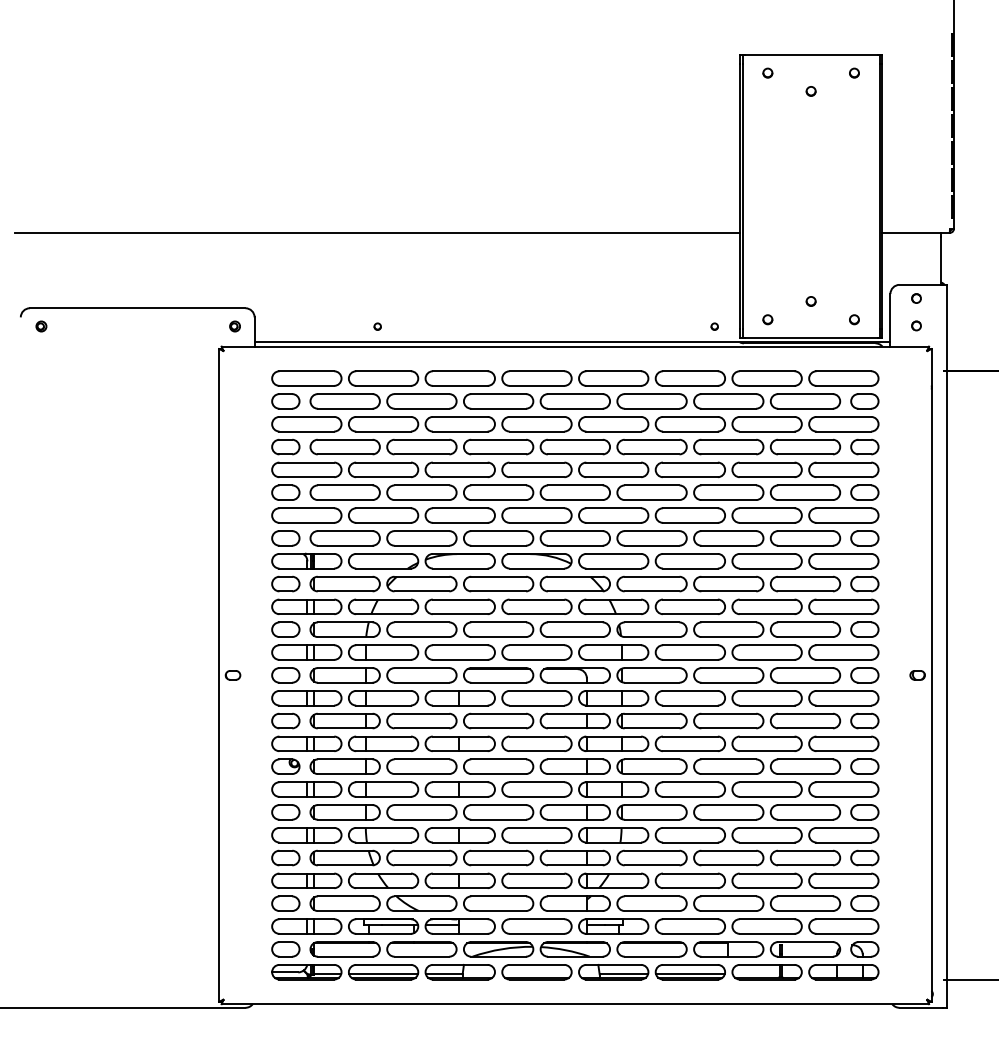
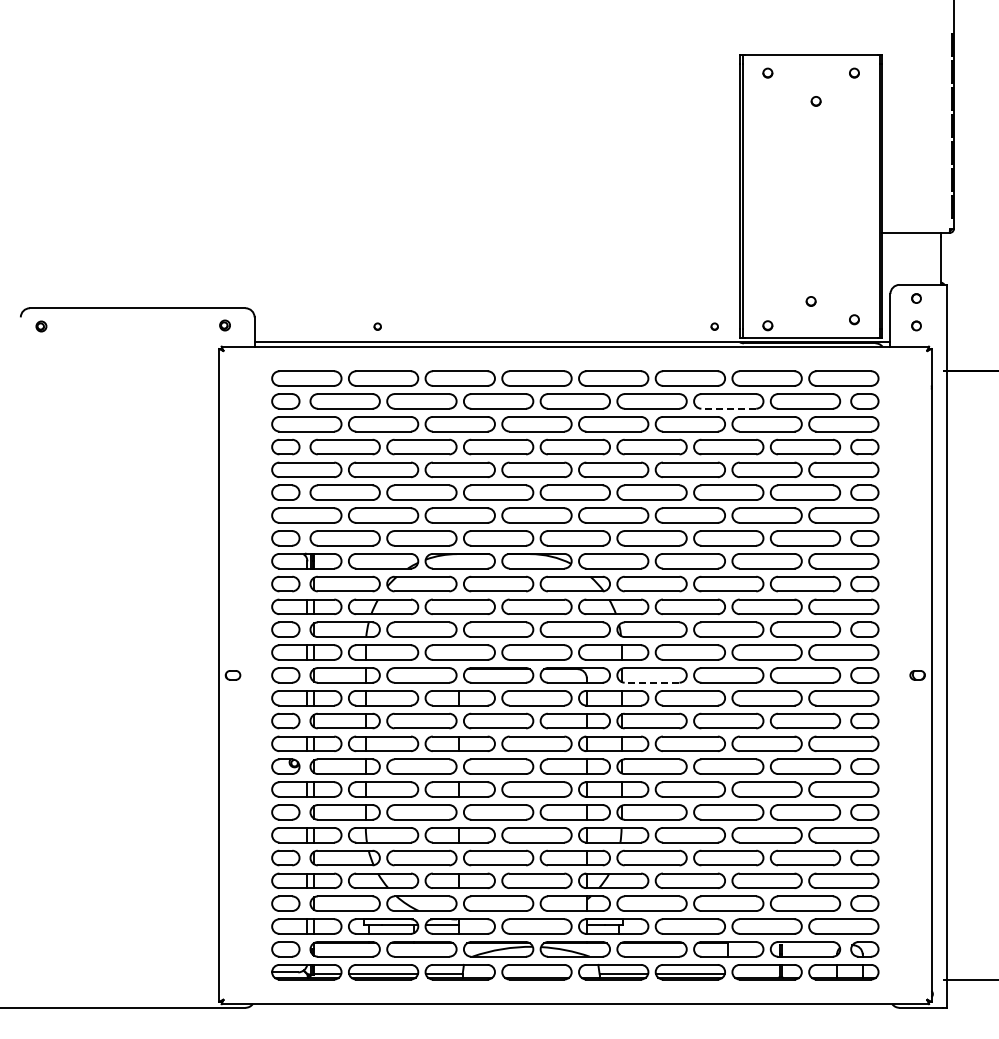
circle at (810, 91) position: (810, 91) -> (815, 101)
line at (377, 232): present -> none
part at (767, 319) position: (767, 319) -> (767, 325)
part at (234, 326) position: (234, 326) -> (224, 325)
line at (728, 408): solid -> dashed
line at (651, 682): solid -> dashed
